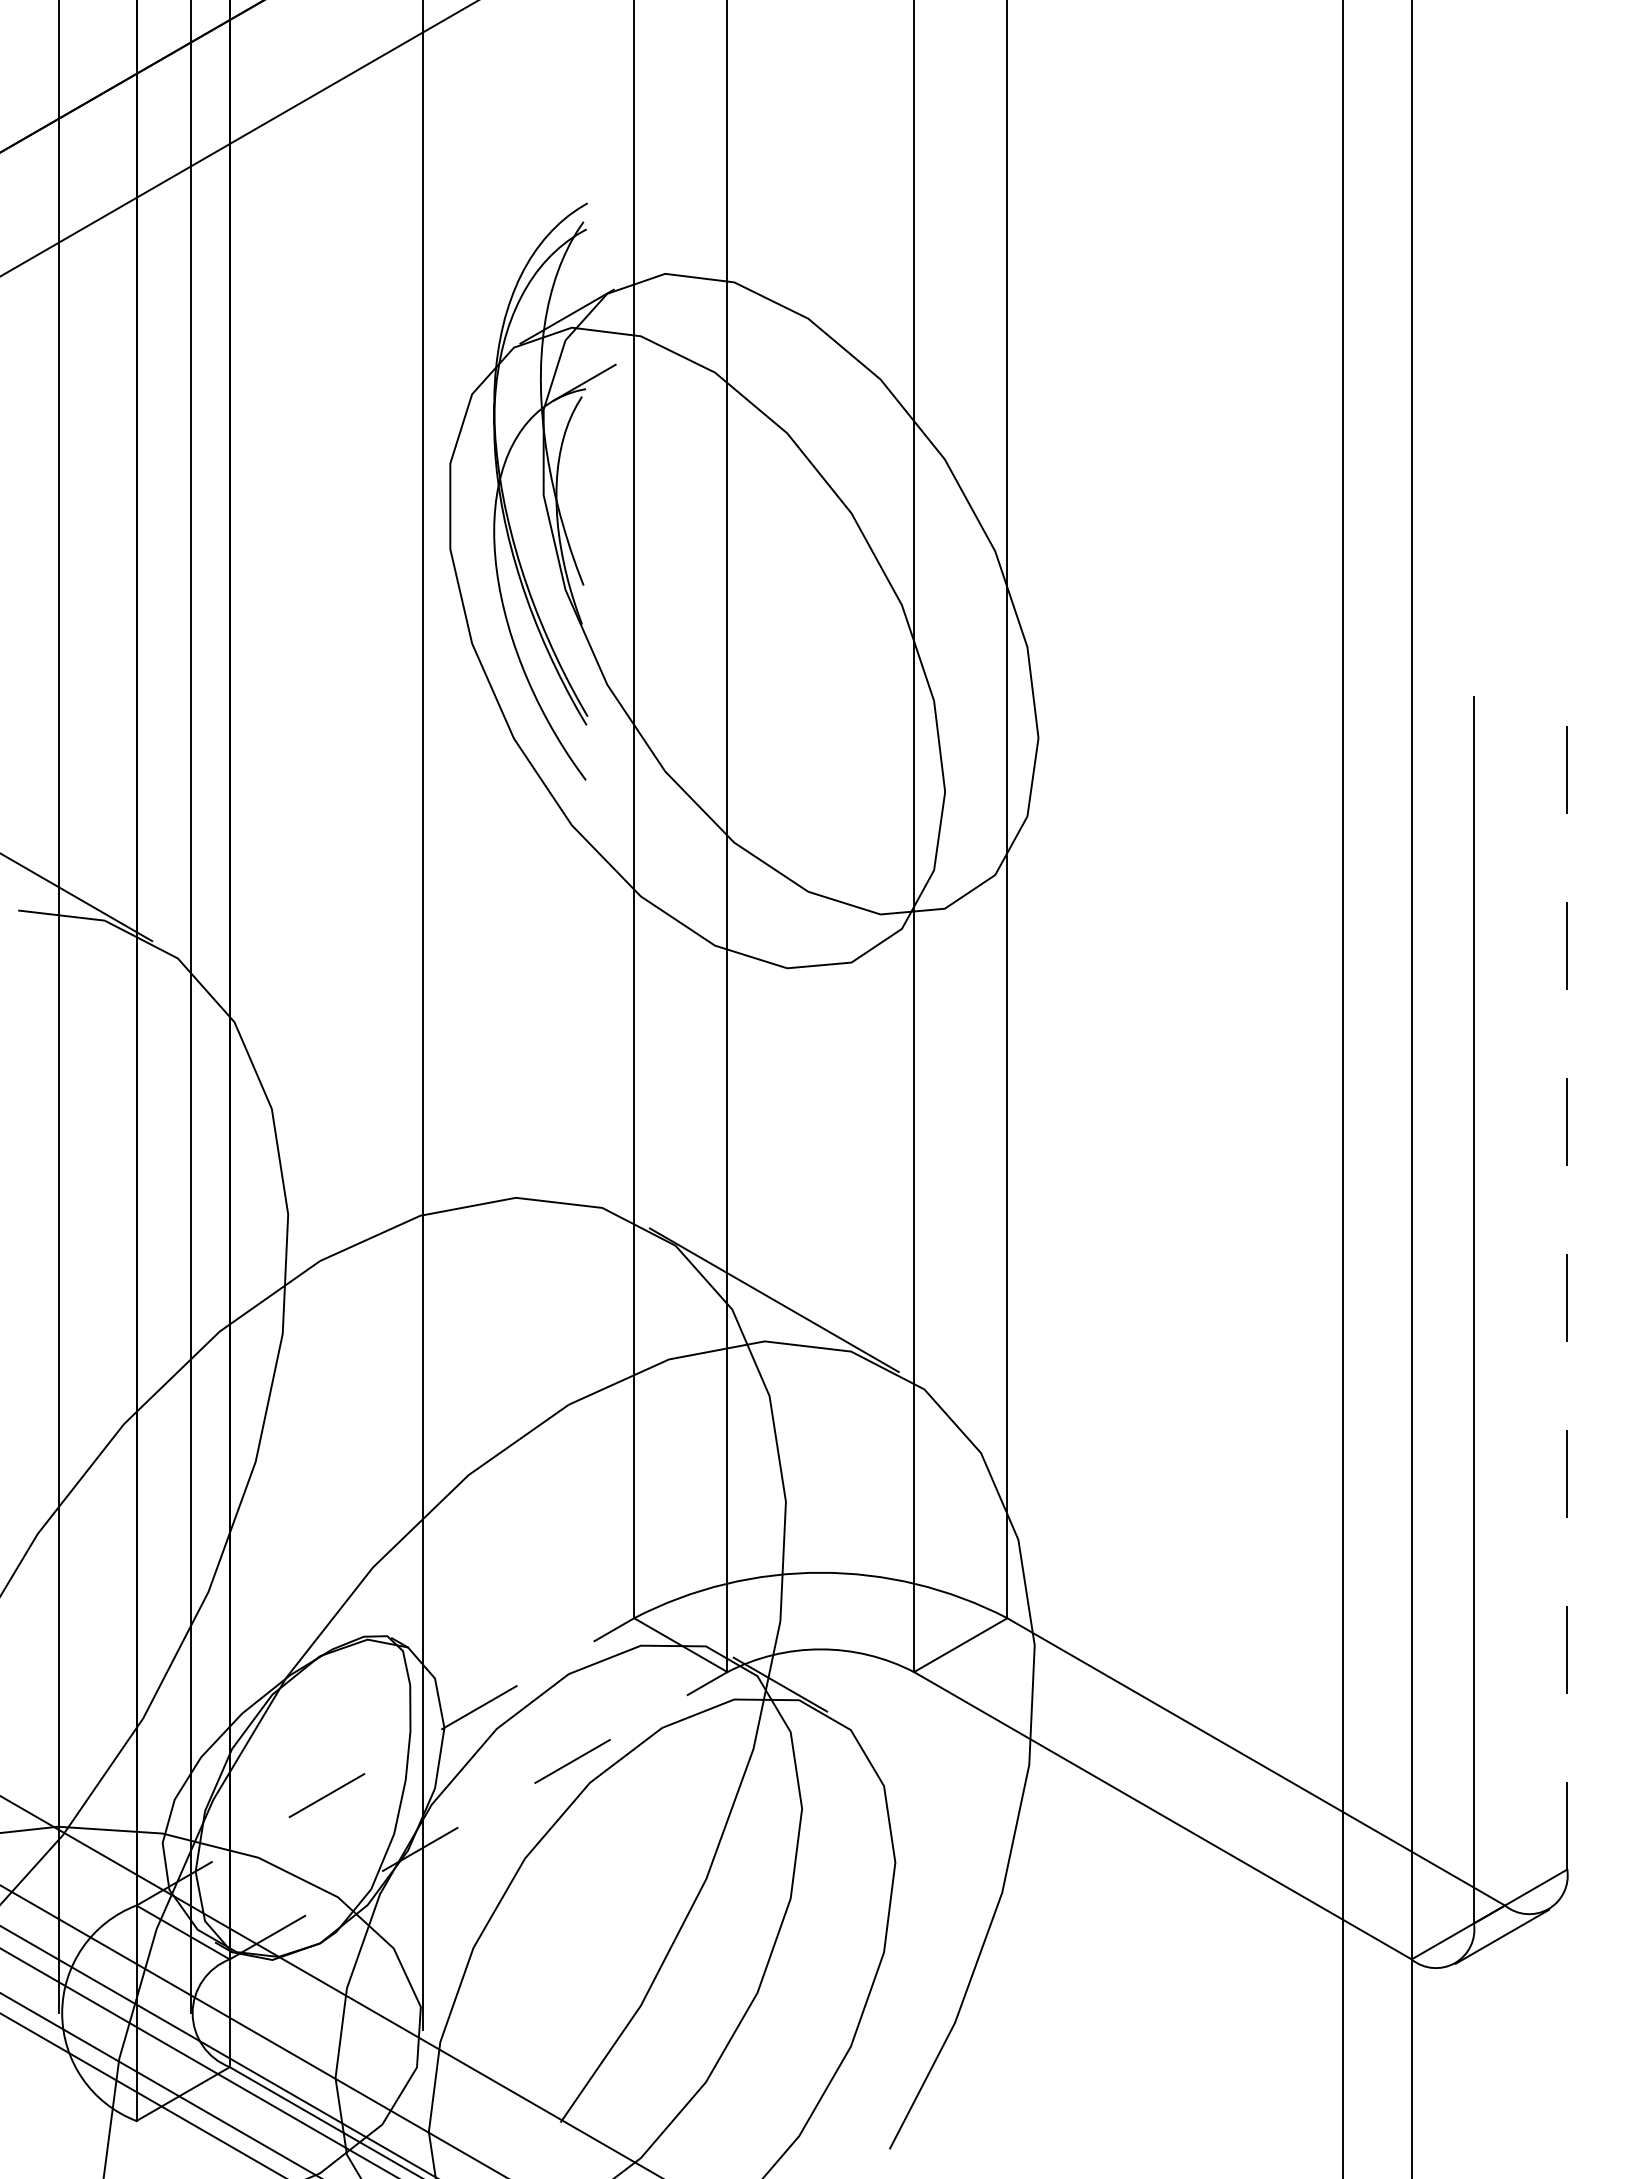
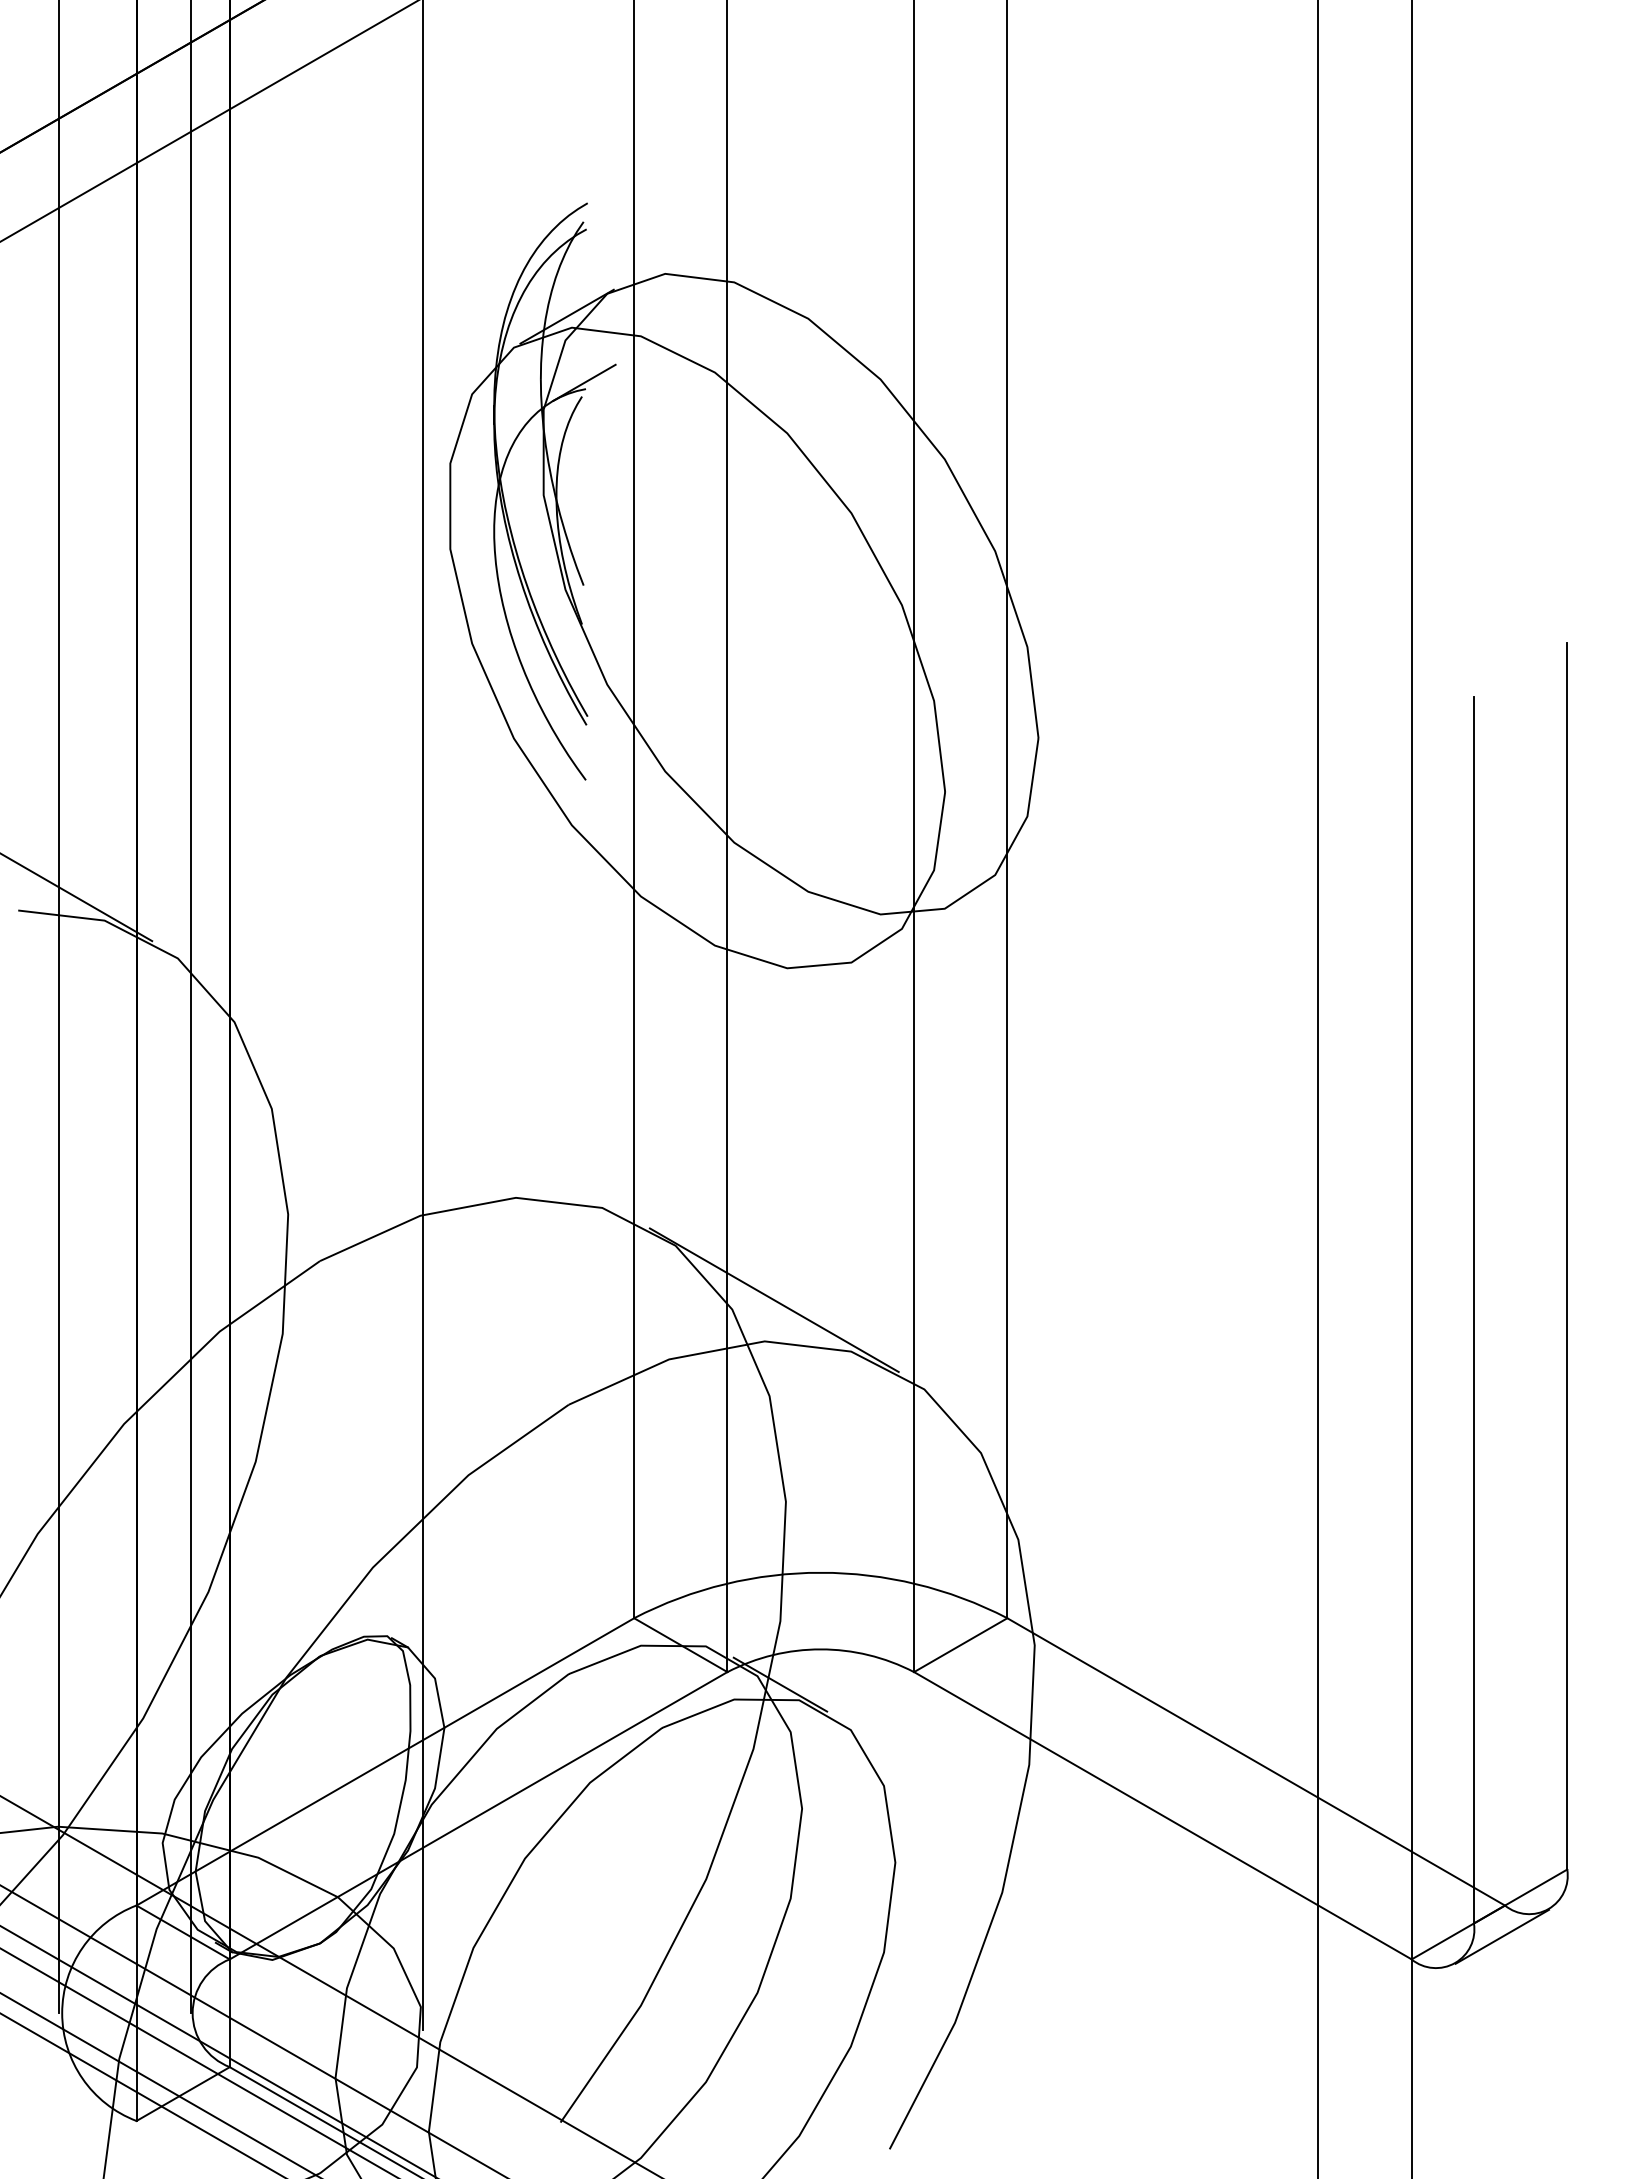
line at (238, 138) position: (238, 138) -> (208, 121)
line at (1343, 1088) position: (1343, 1088) -> (1318, 1088)
line at (1567, 1255): dashed -> solid
line at (385, 1761): dashed -> solid
line at (479, 1815): dashed -> solid
